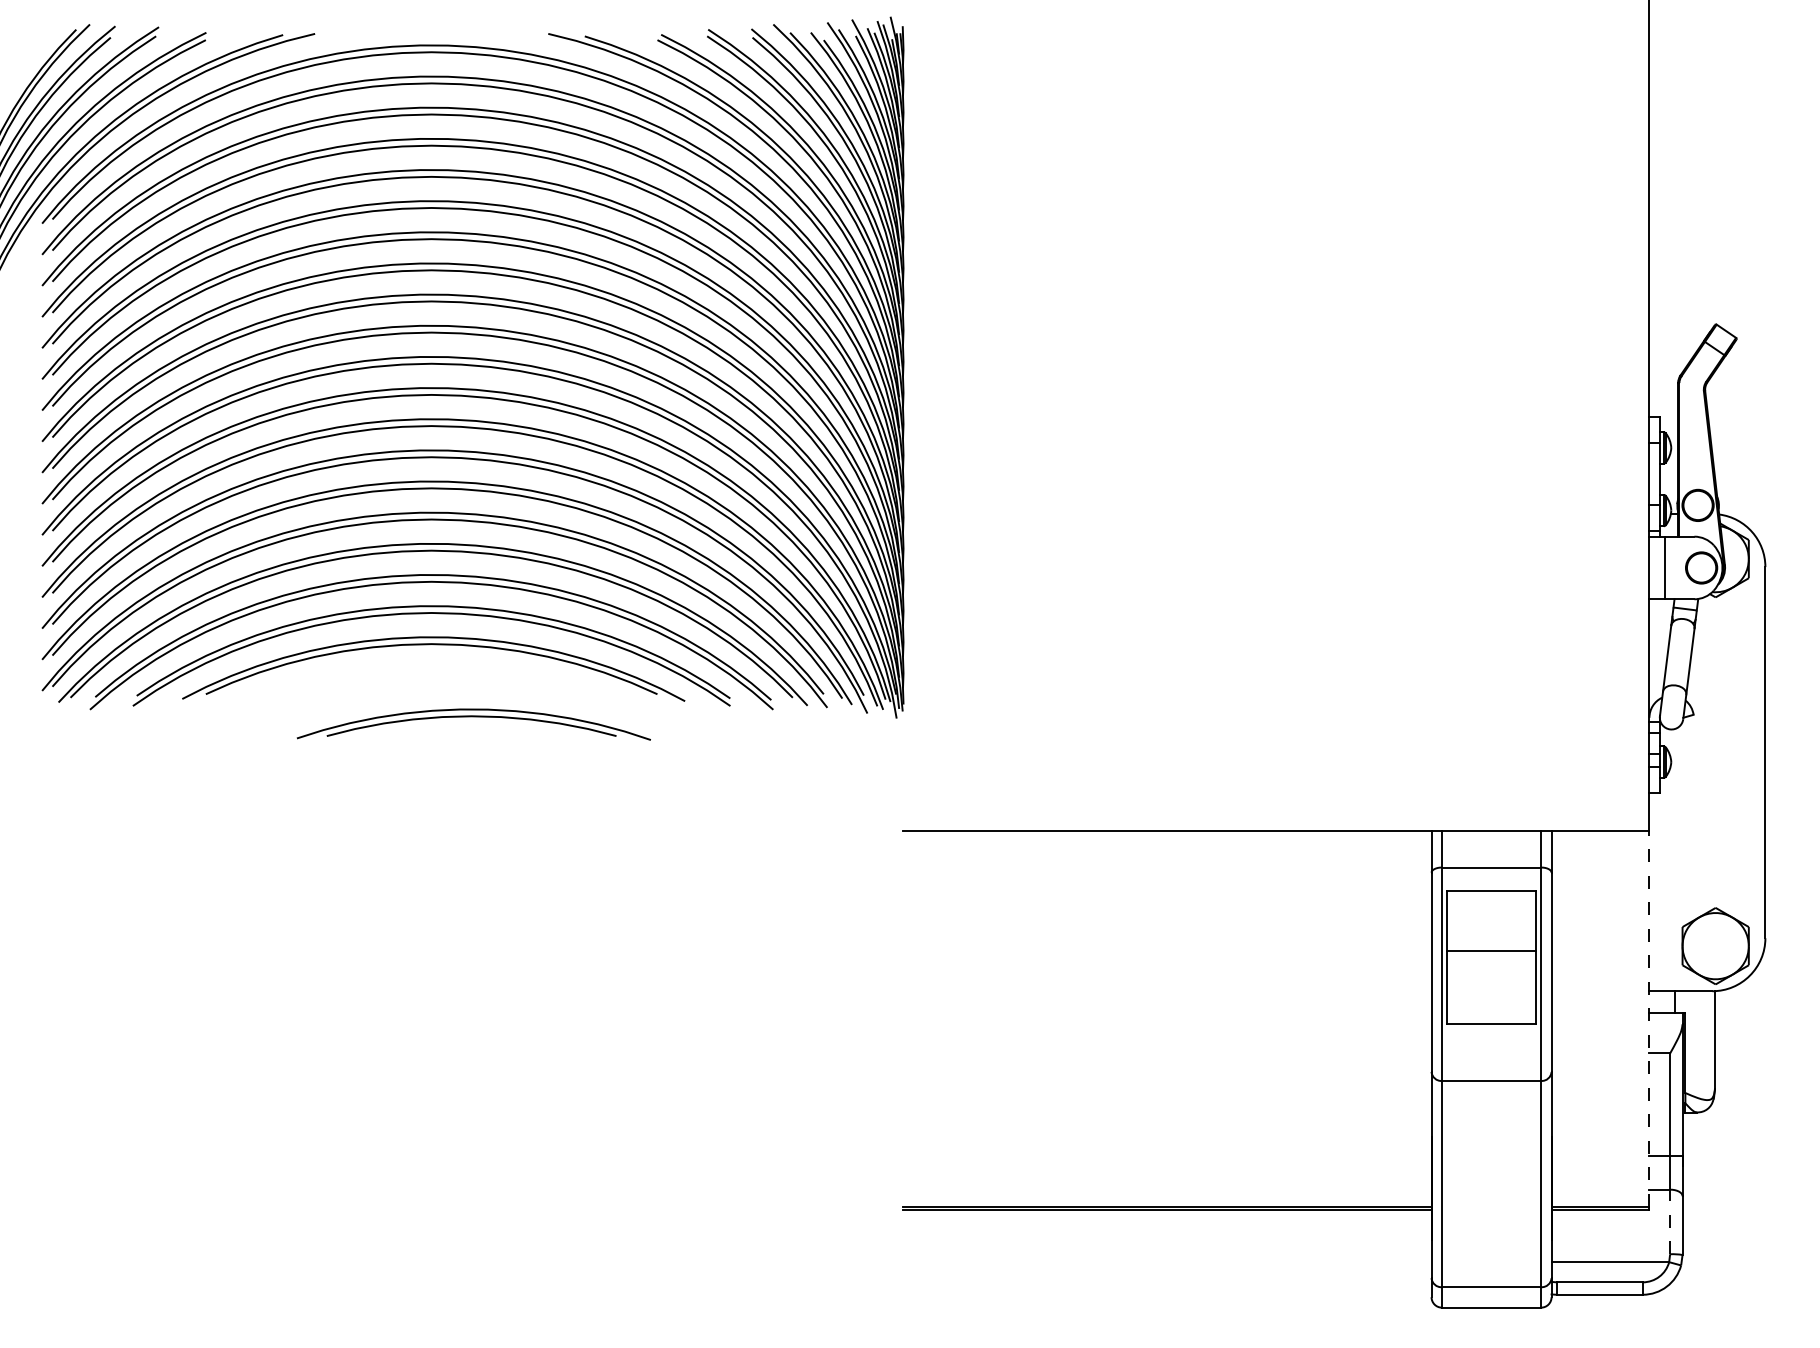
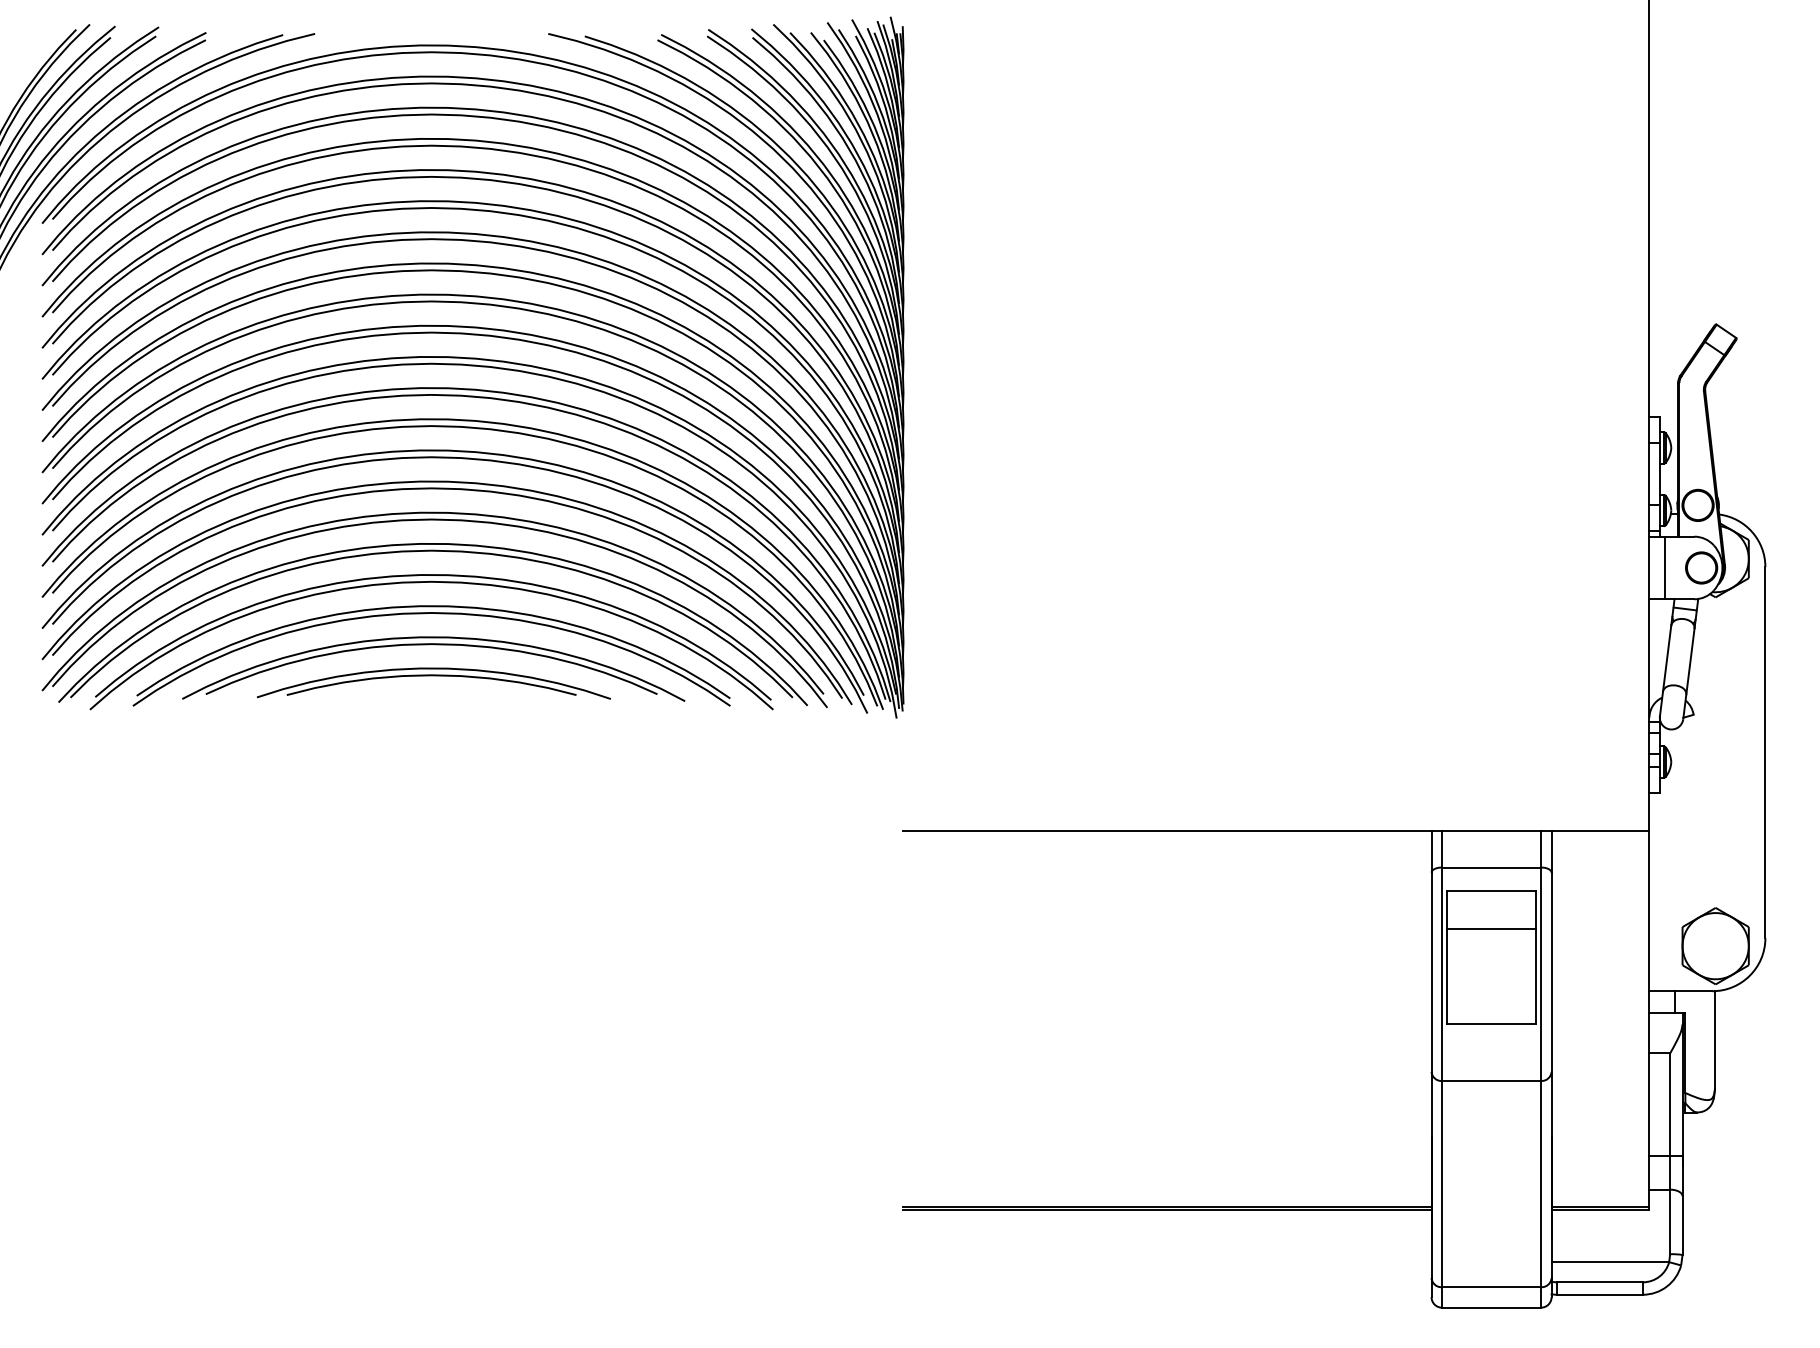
part at (473, 717) position: (473, 717) -> (433, 676)
line at (1491, 950) position: (1491, 950) -> (1491, 928)
line at (1649, 1018): dashed -> solid
line at (1670, 1221): dashed -> solid
